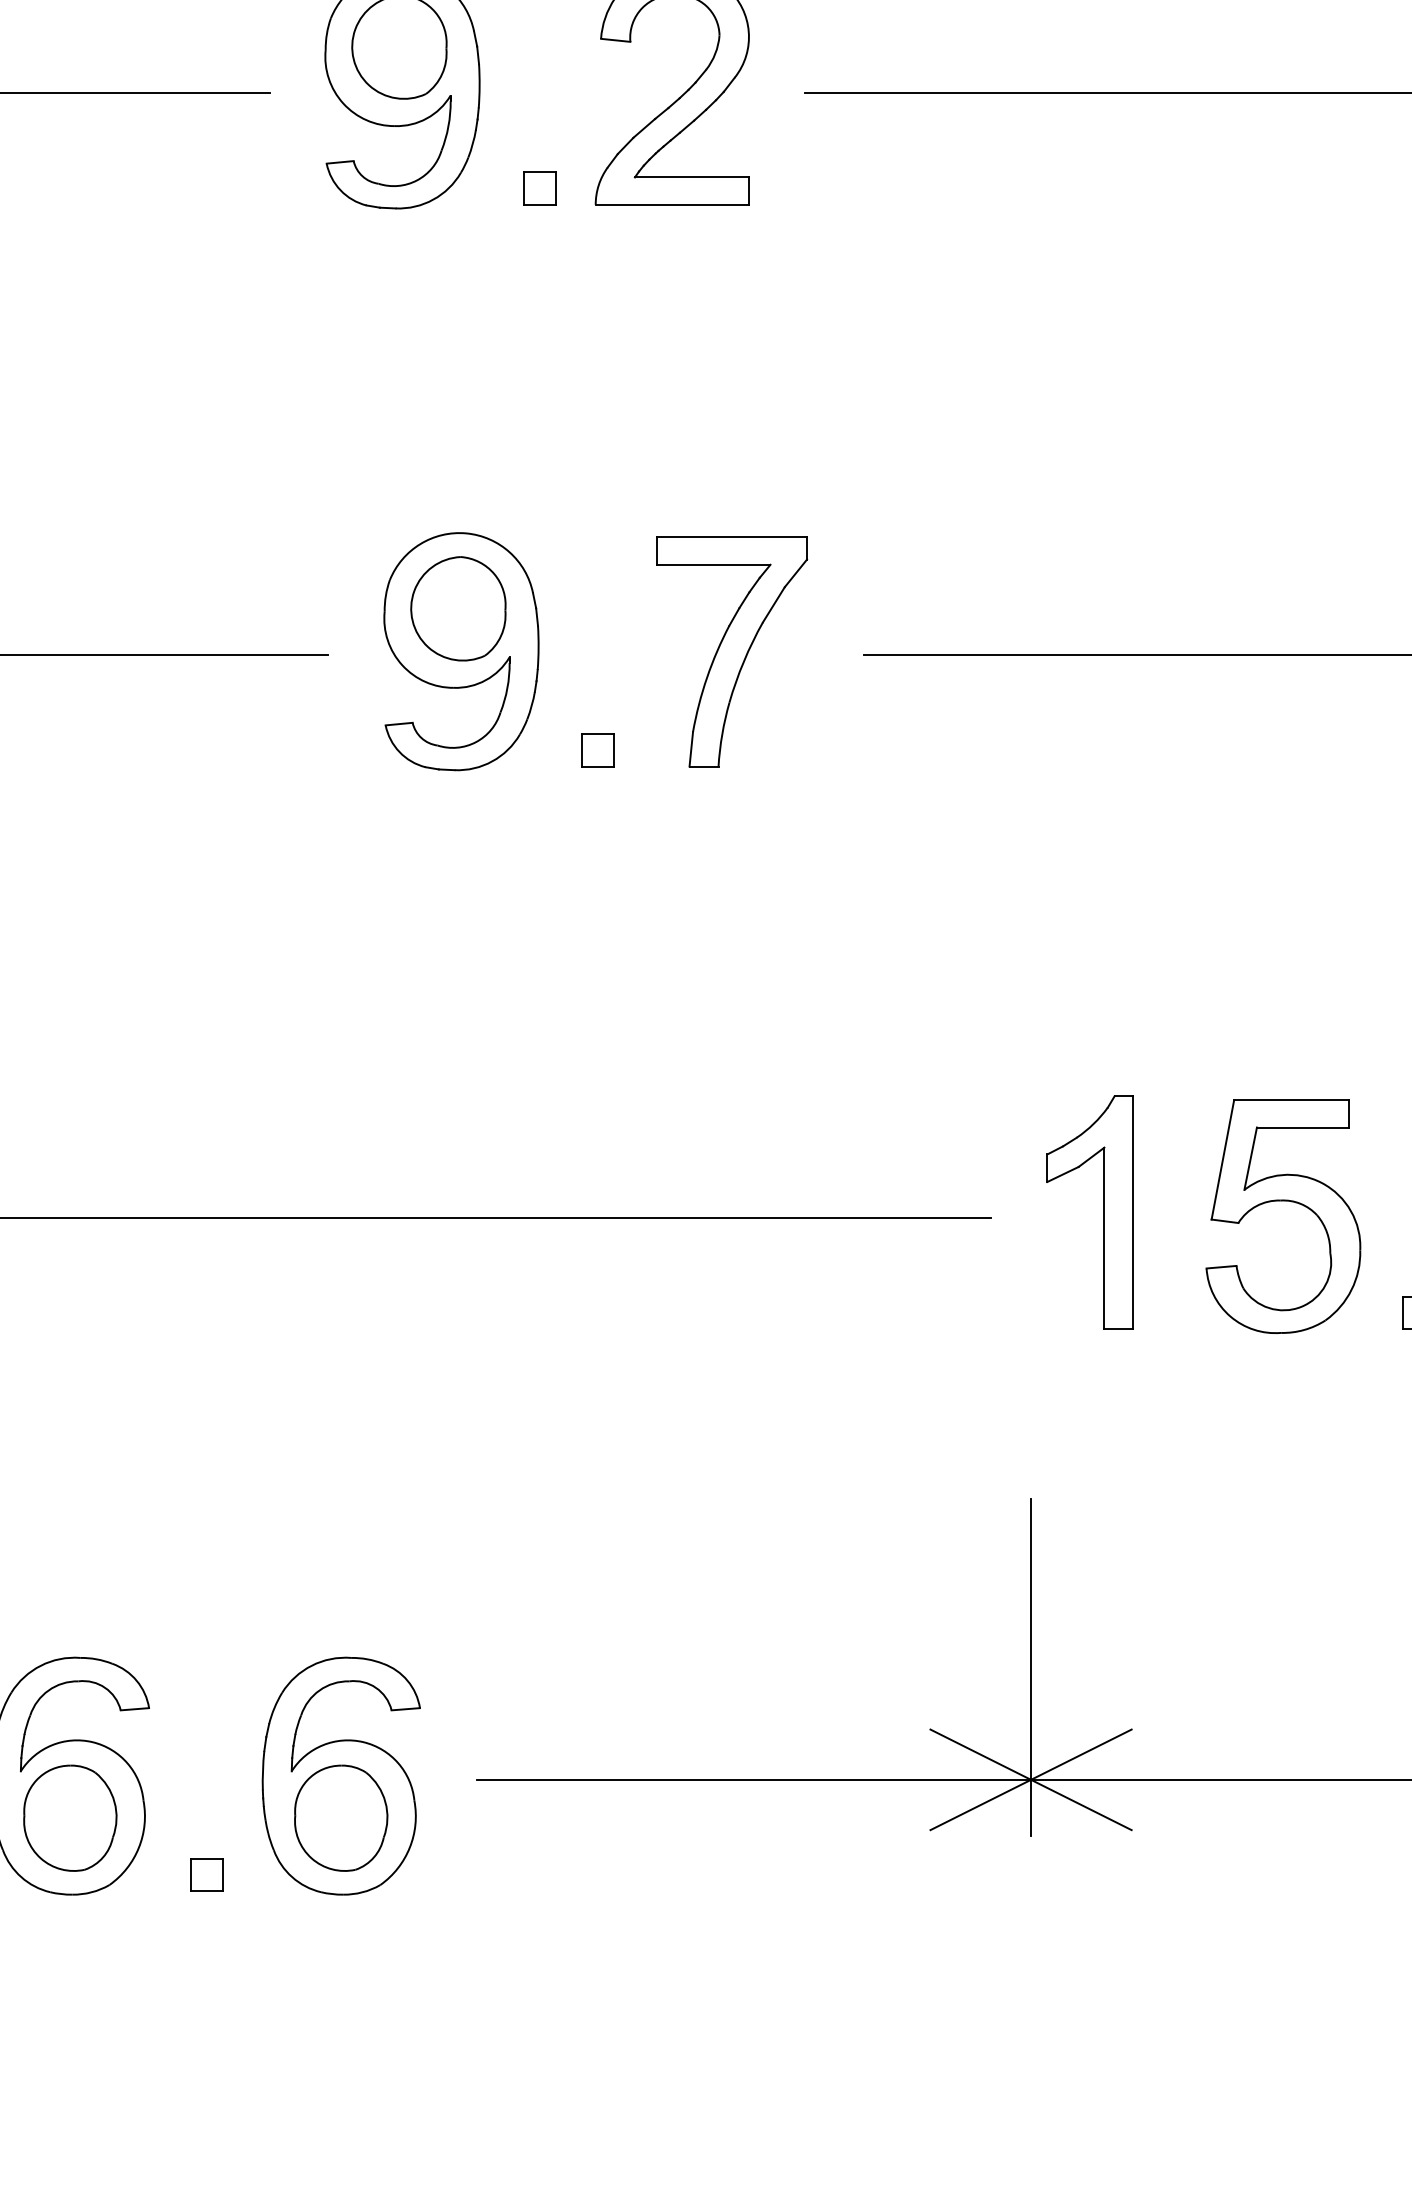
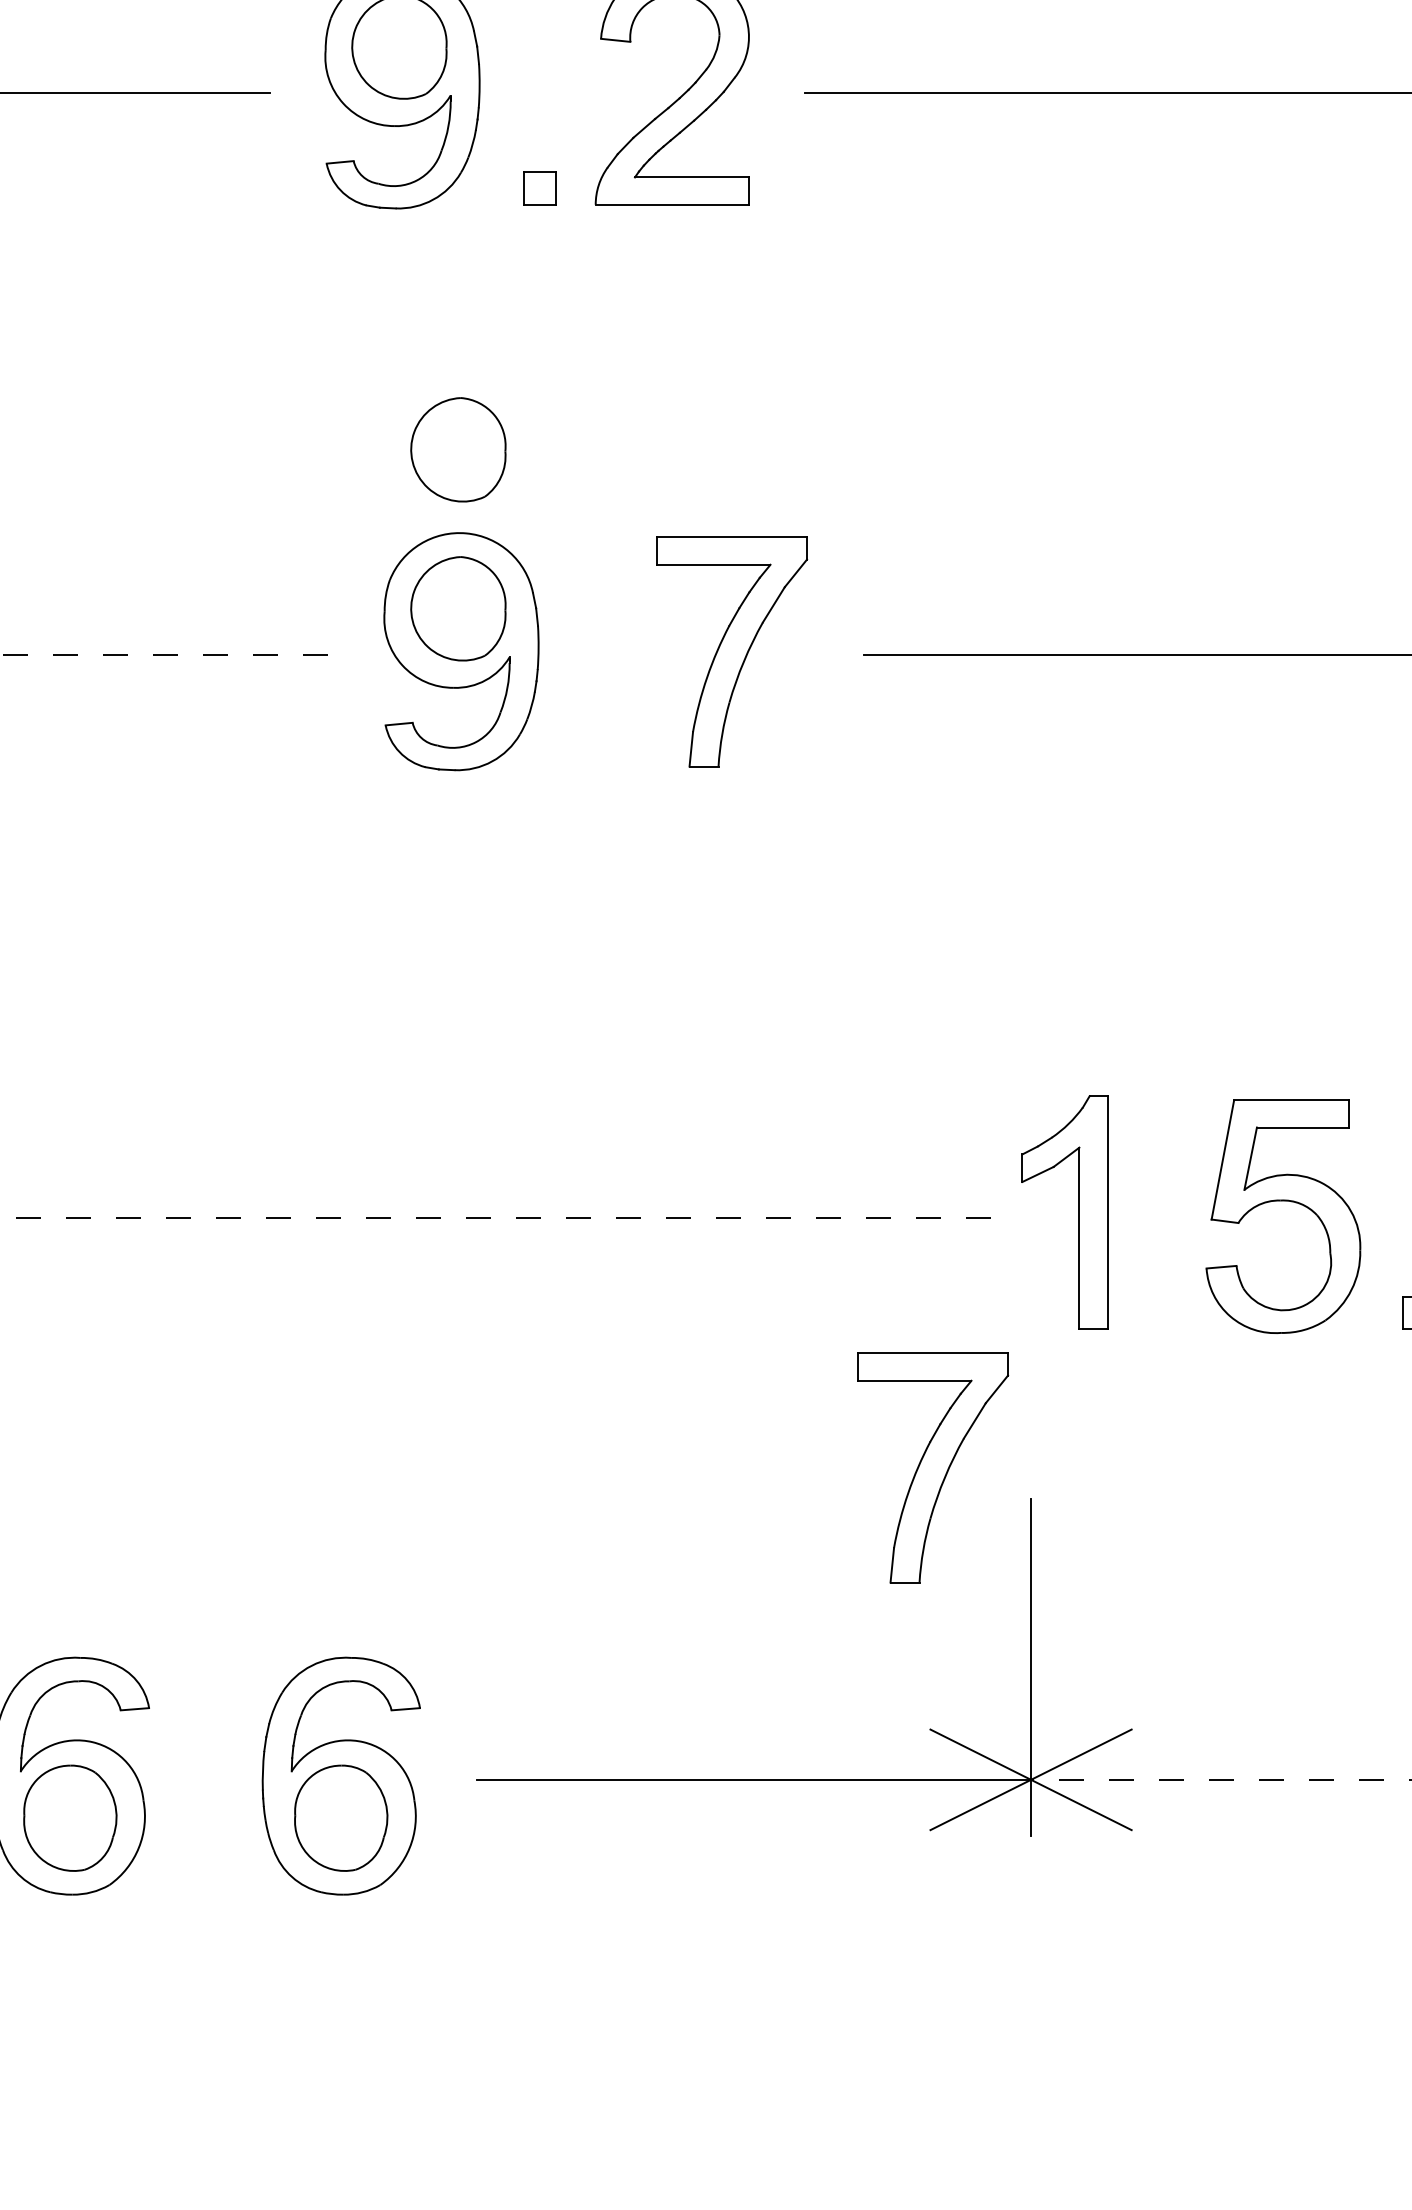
part at (458, 449): none -> present
line at (164, 655): solid -> dashed
part at (597, 750): present -> none
part at (1103, 1212) position: (1103, 1212) -> (1078, 1212)
line at (495, 1217): solid -> dashed
part at (933, 1467): none -> present
line at (1221, 1779): solid -> dashed
part at (206, 1874): present -> none
